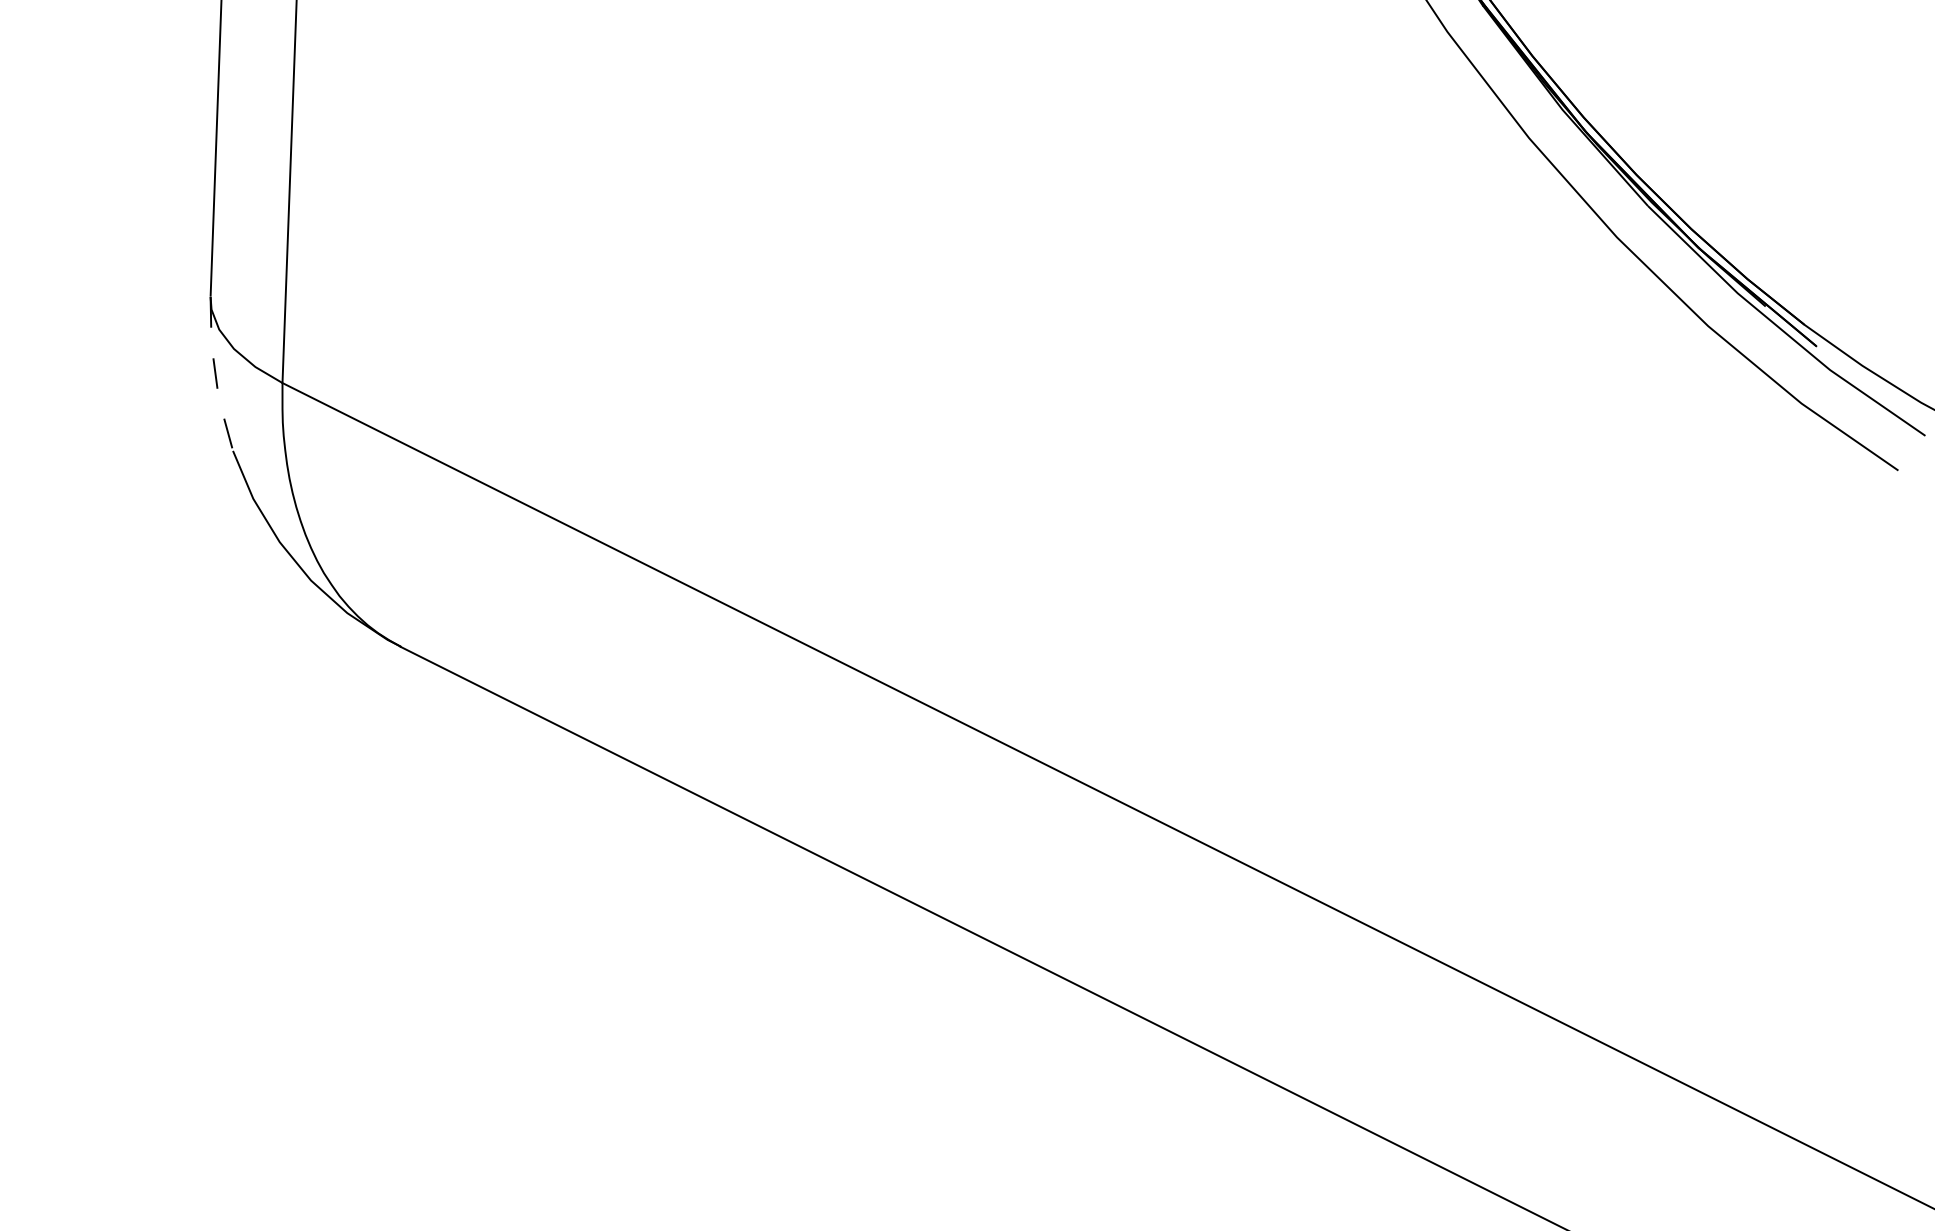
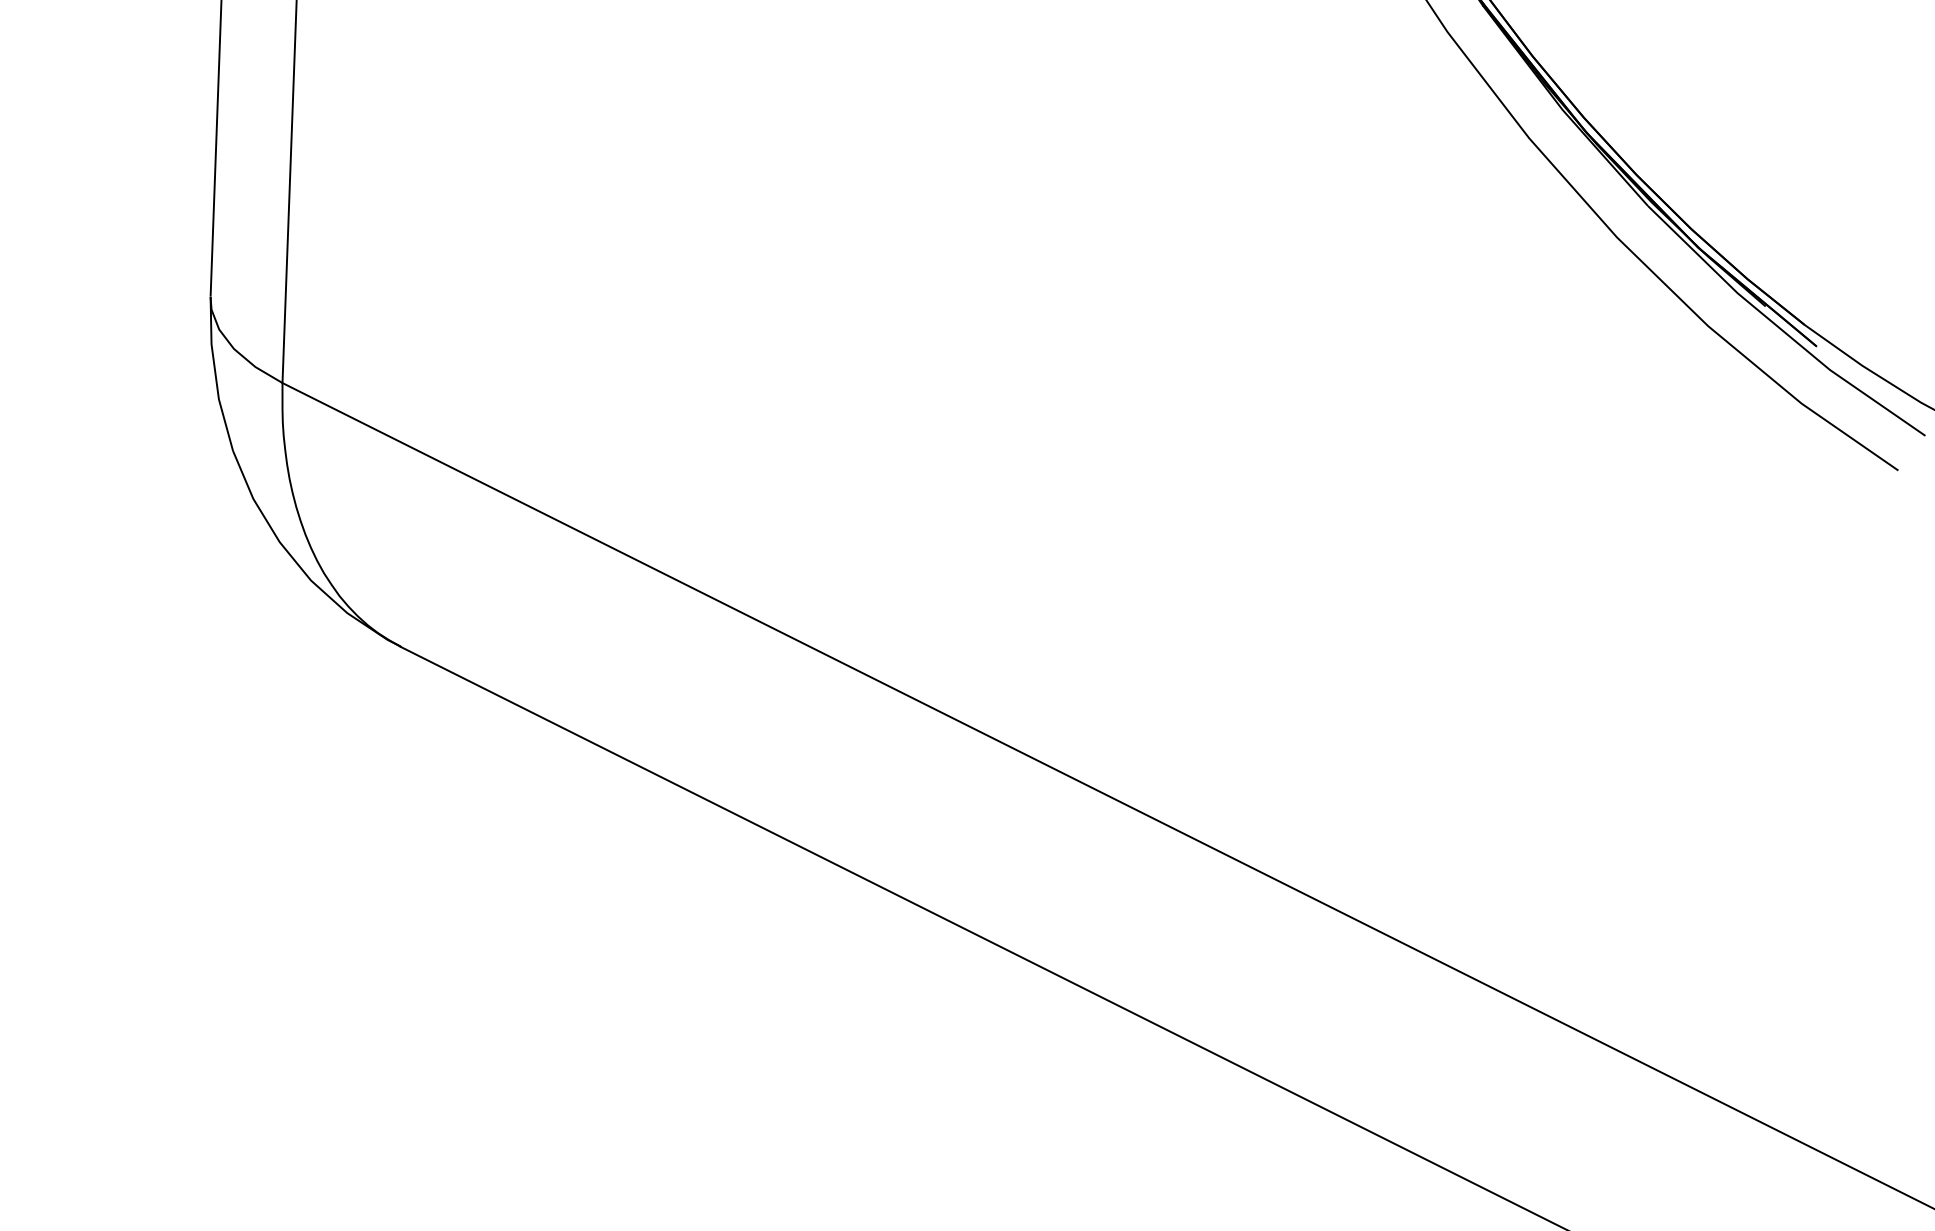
line at (215, 374): dashed -> solid
